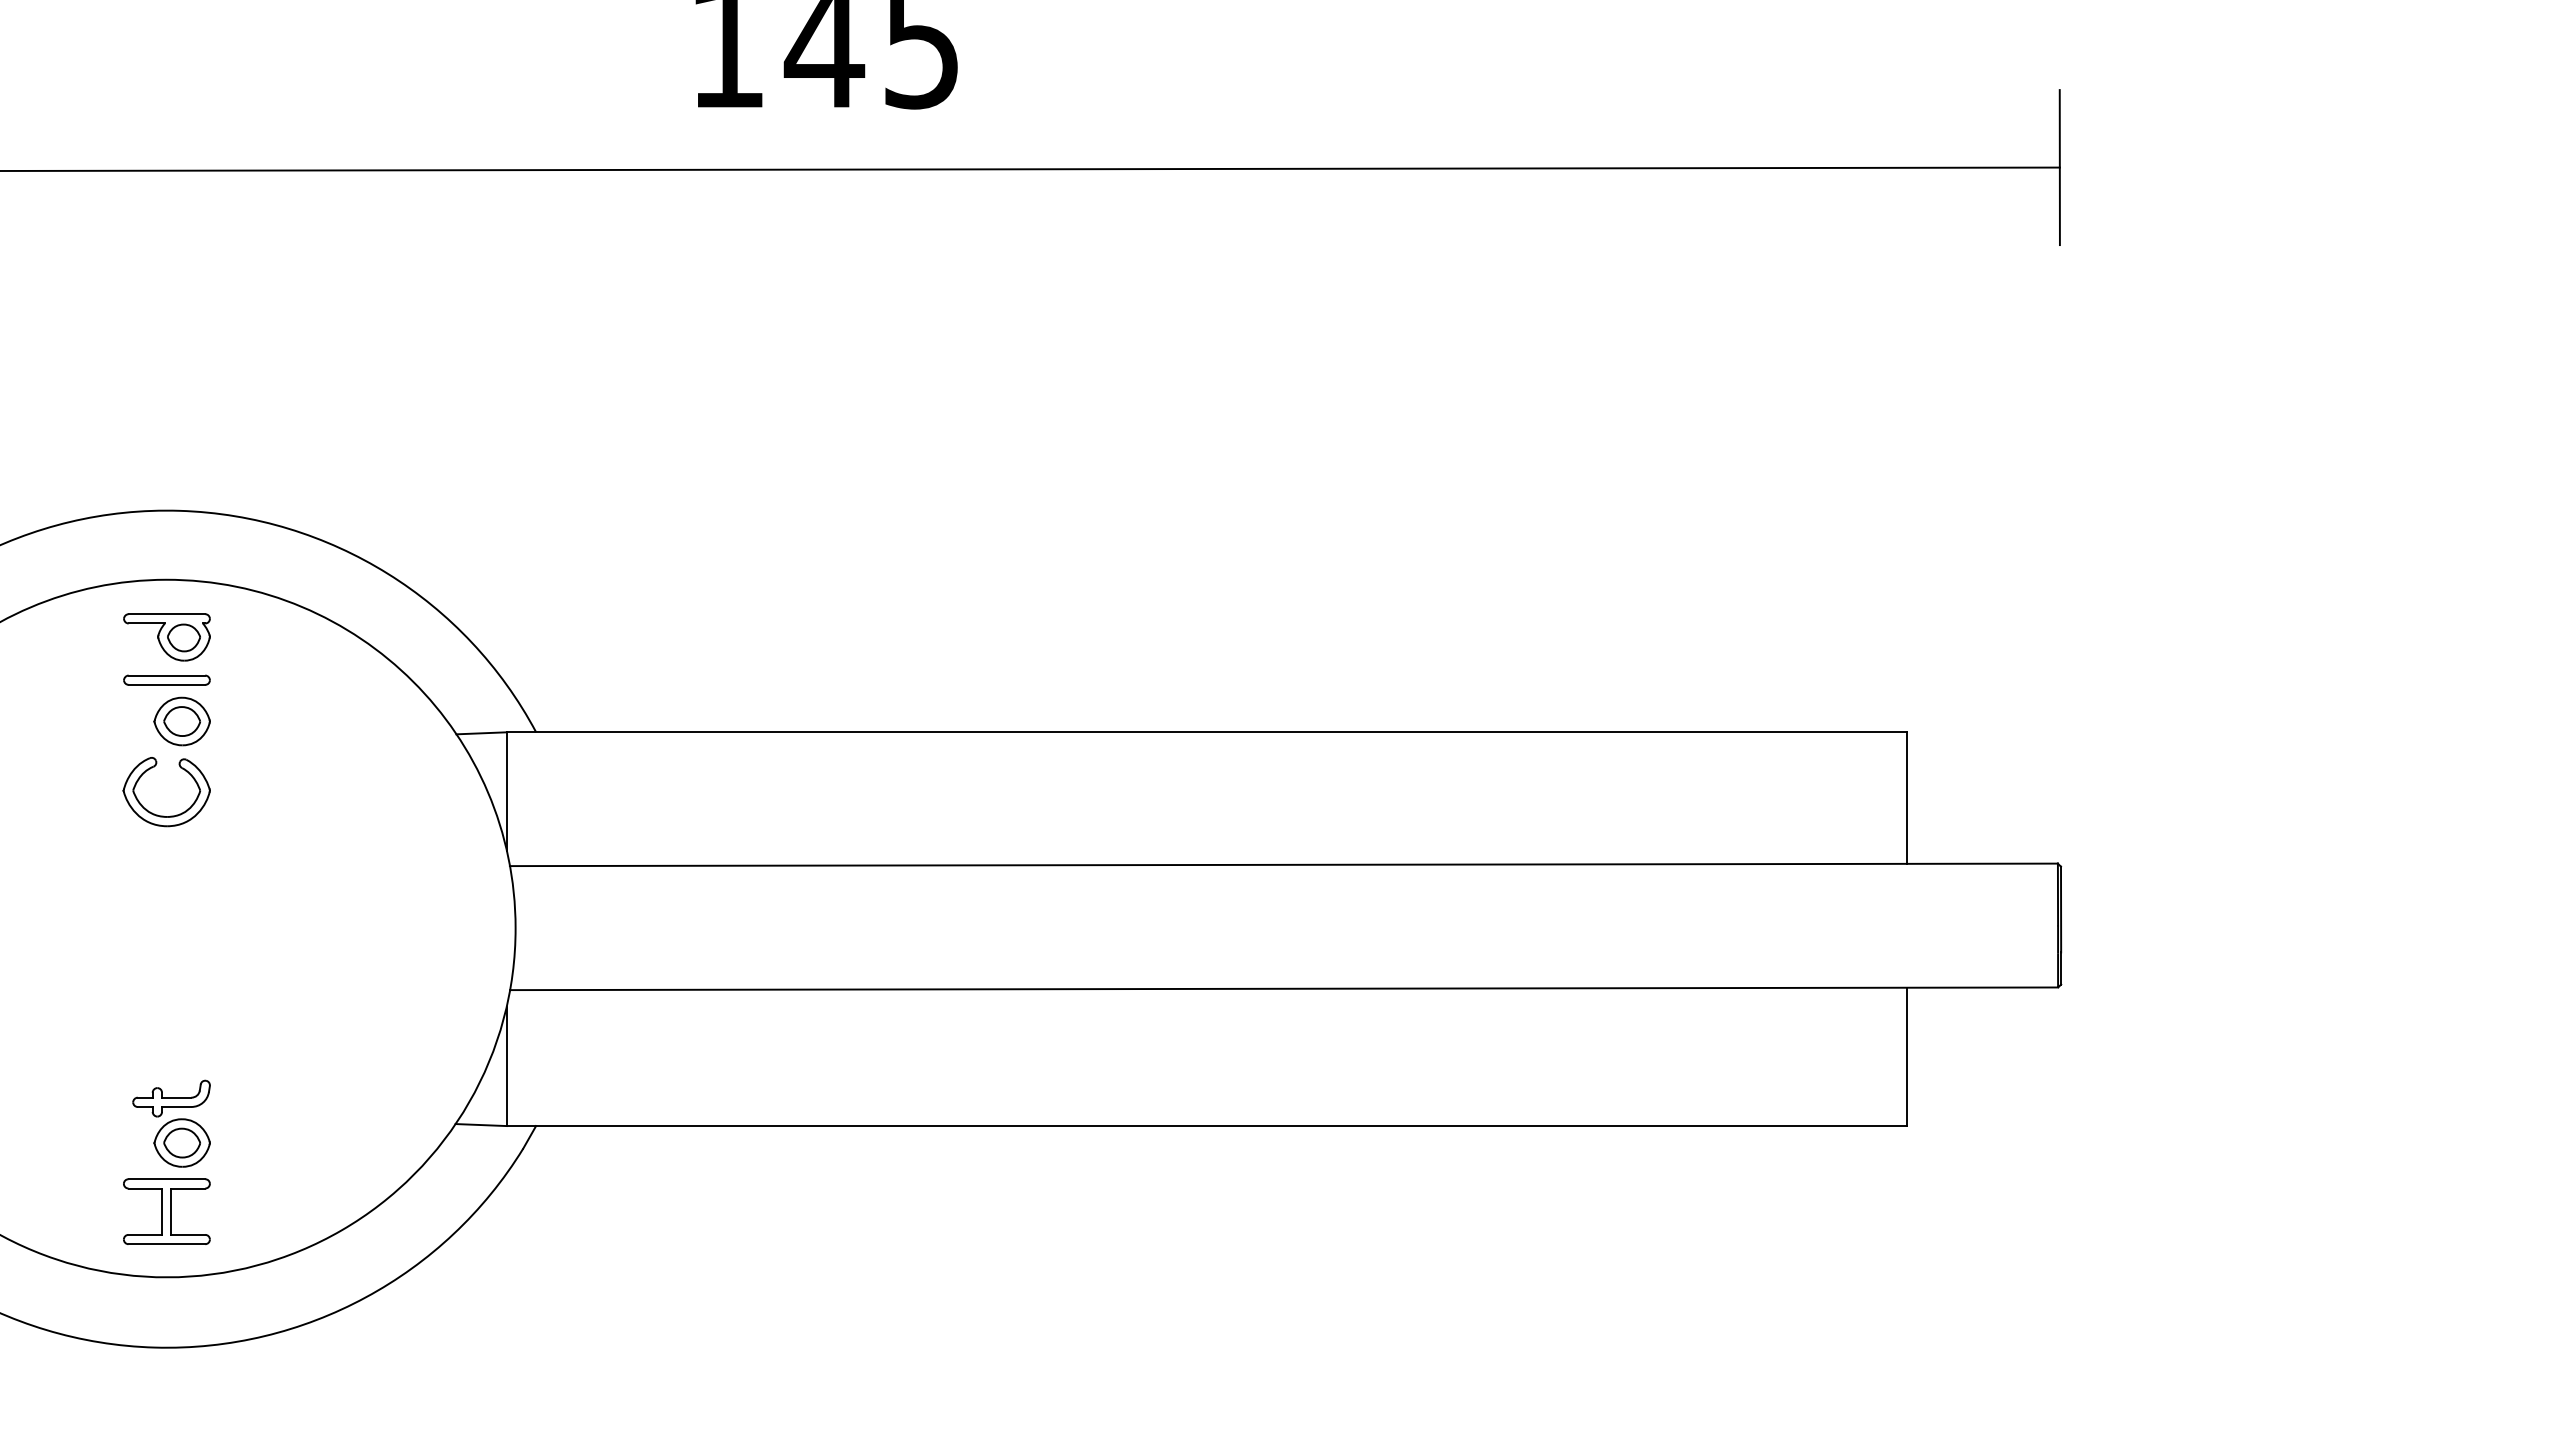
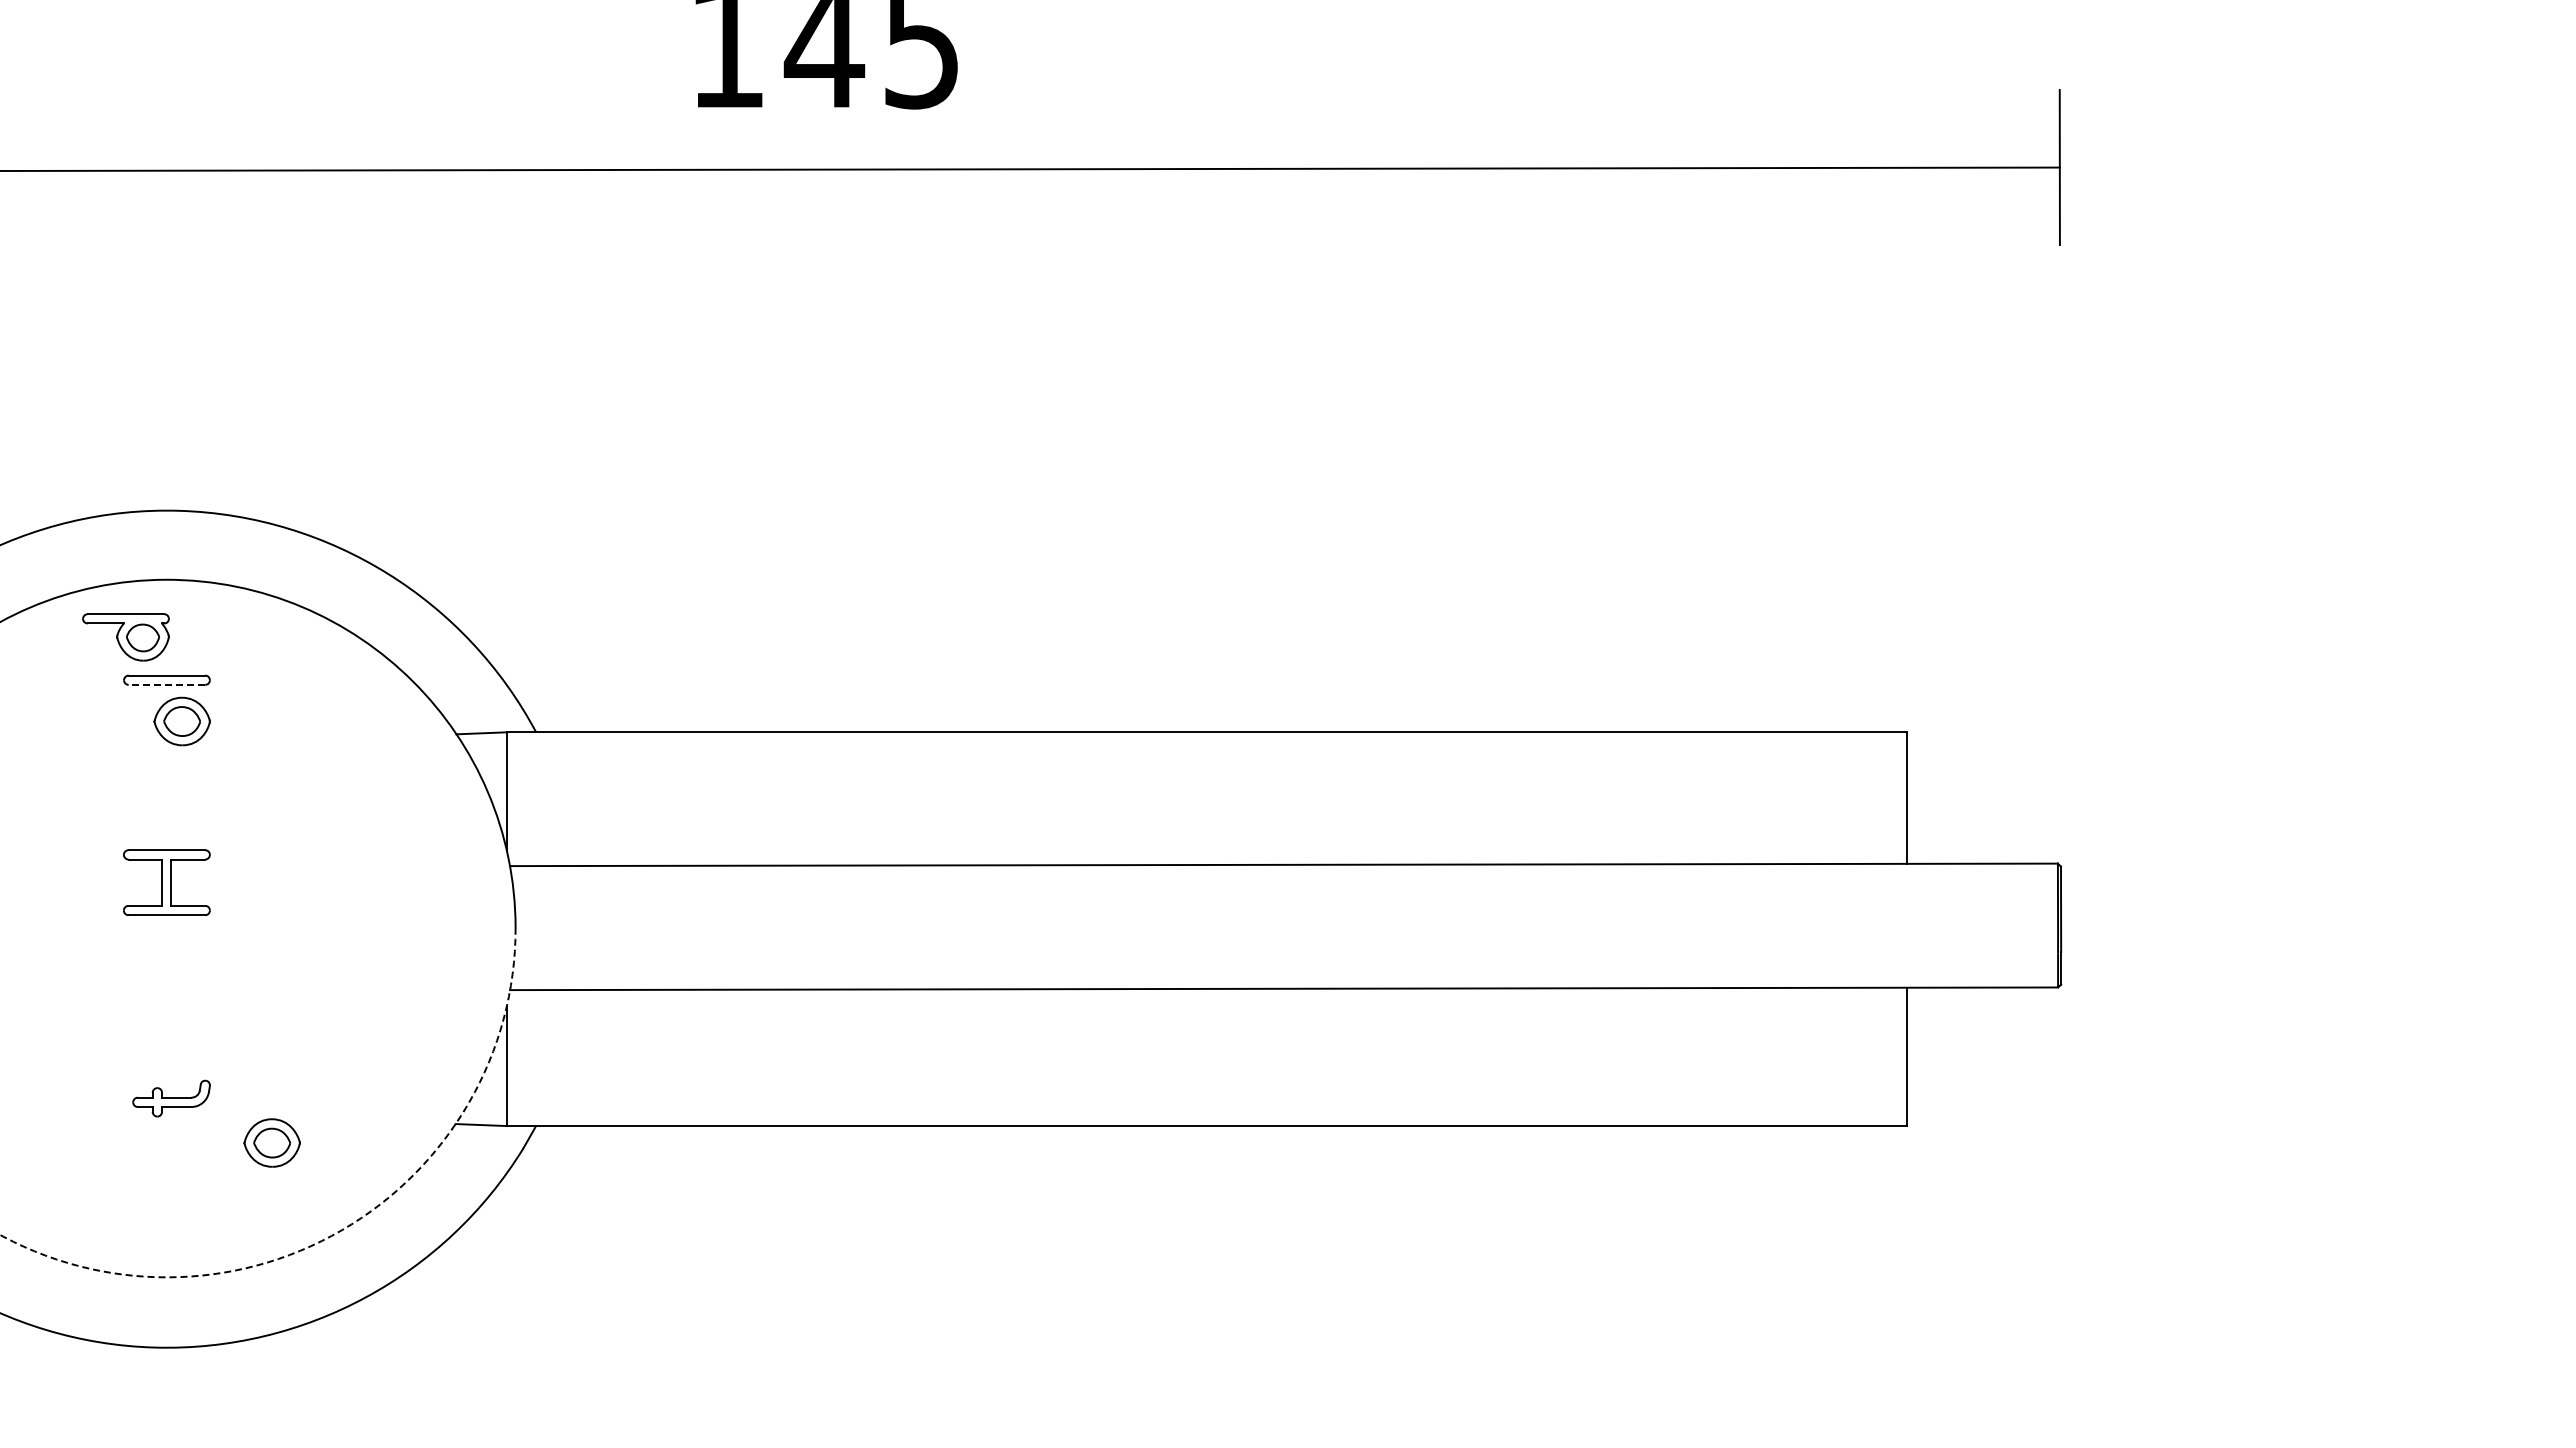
part at (166, 637) position: (166, 637) -> (125, 637)
line at (166, 684): solid -> dashed
part at (163, 815): present -> none
part at (181, 1142) position: (181, 1142) -> (271, 1142)
part at (166, 1211) position: (166, 1211) -> (166, 882)
arc at (345, 1228): solid -> dashed
